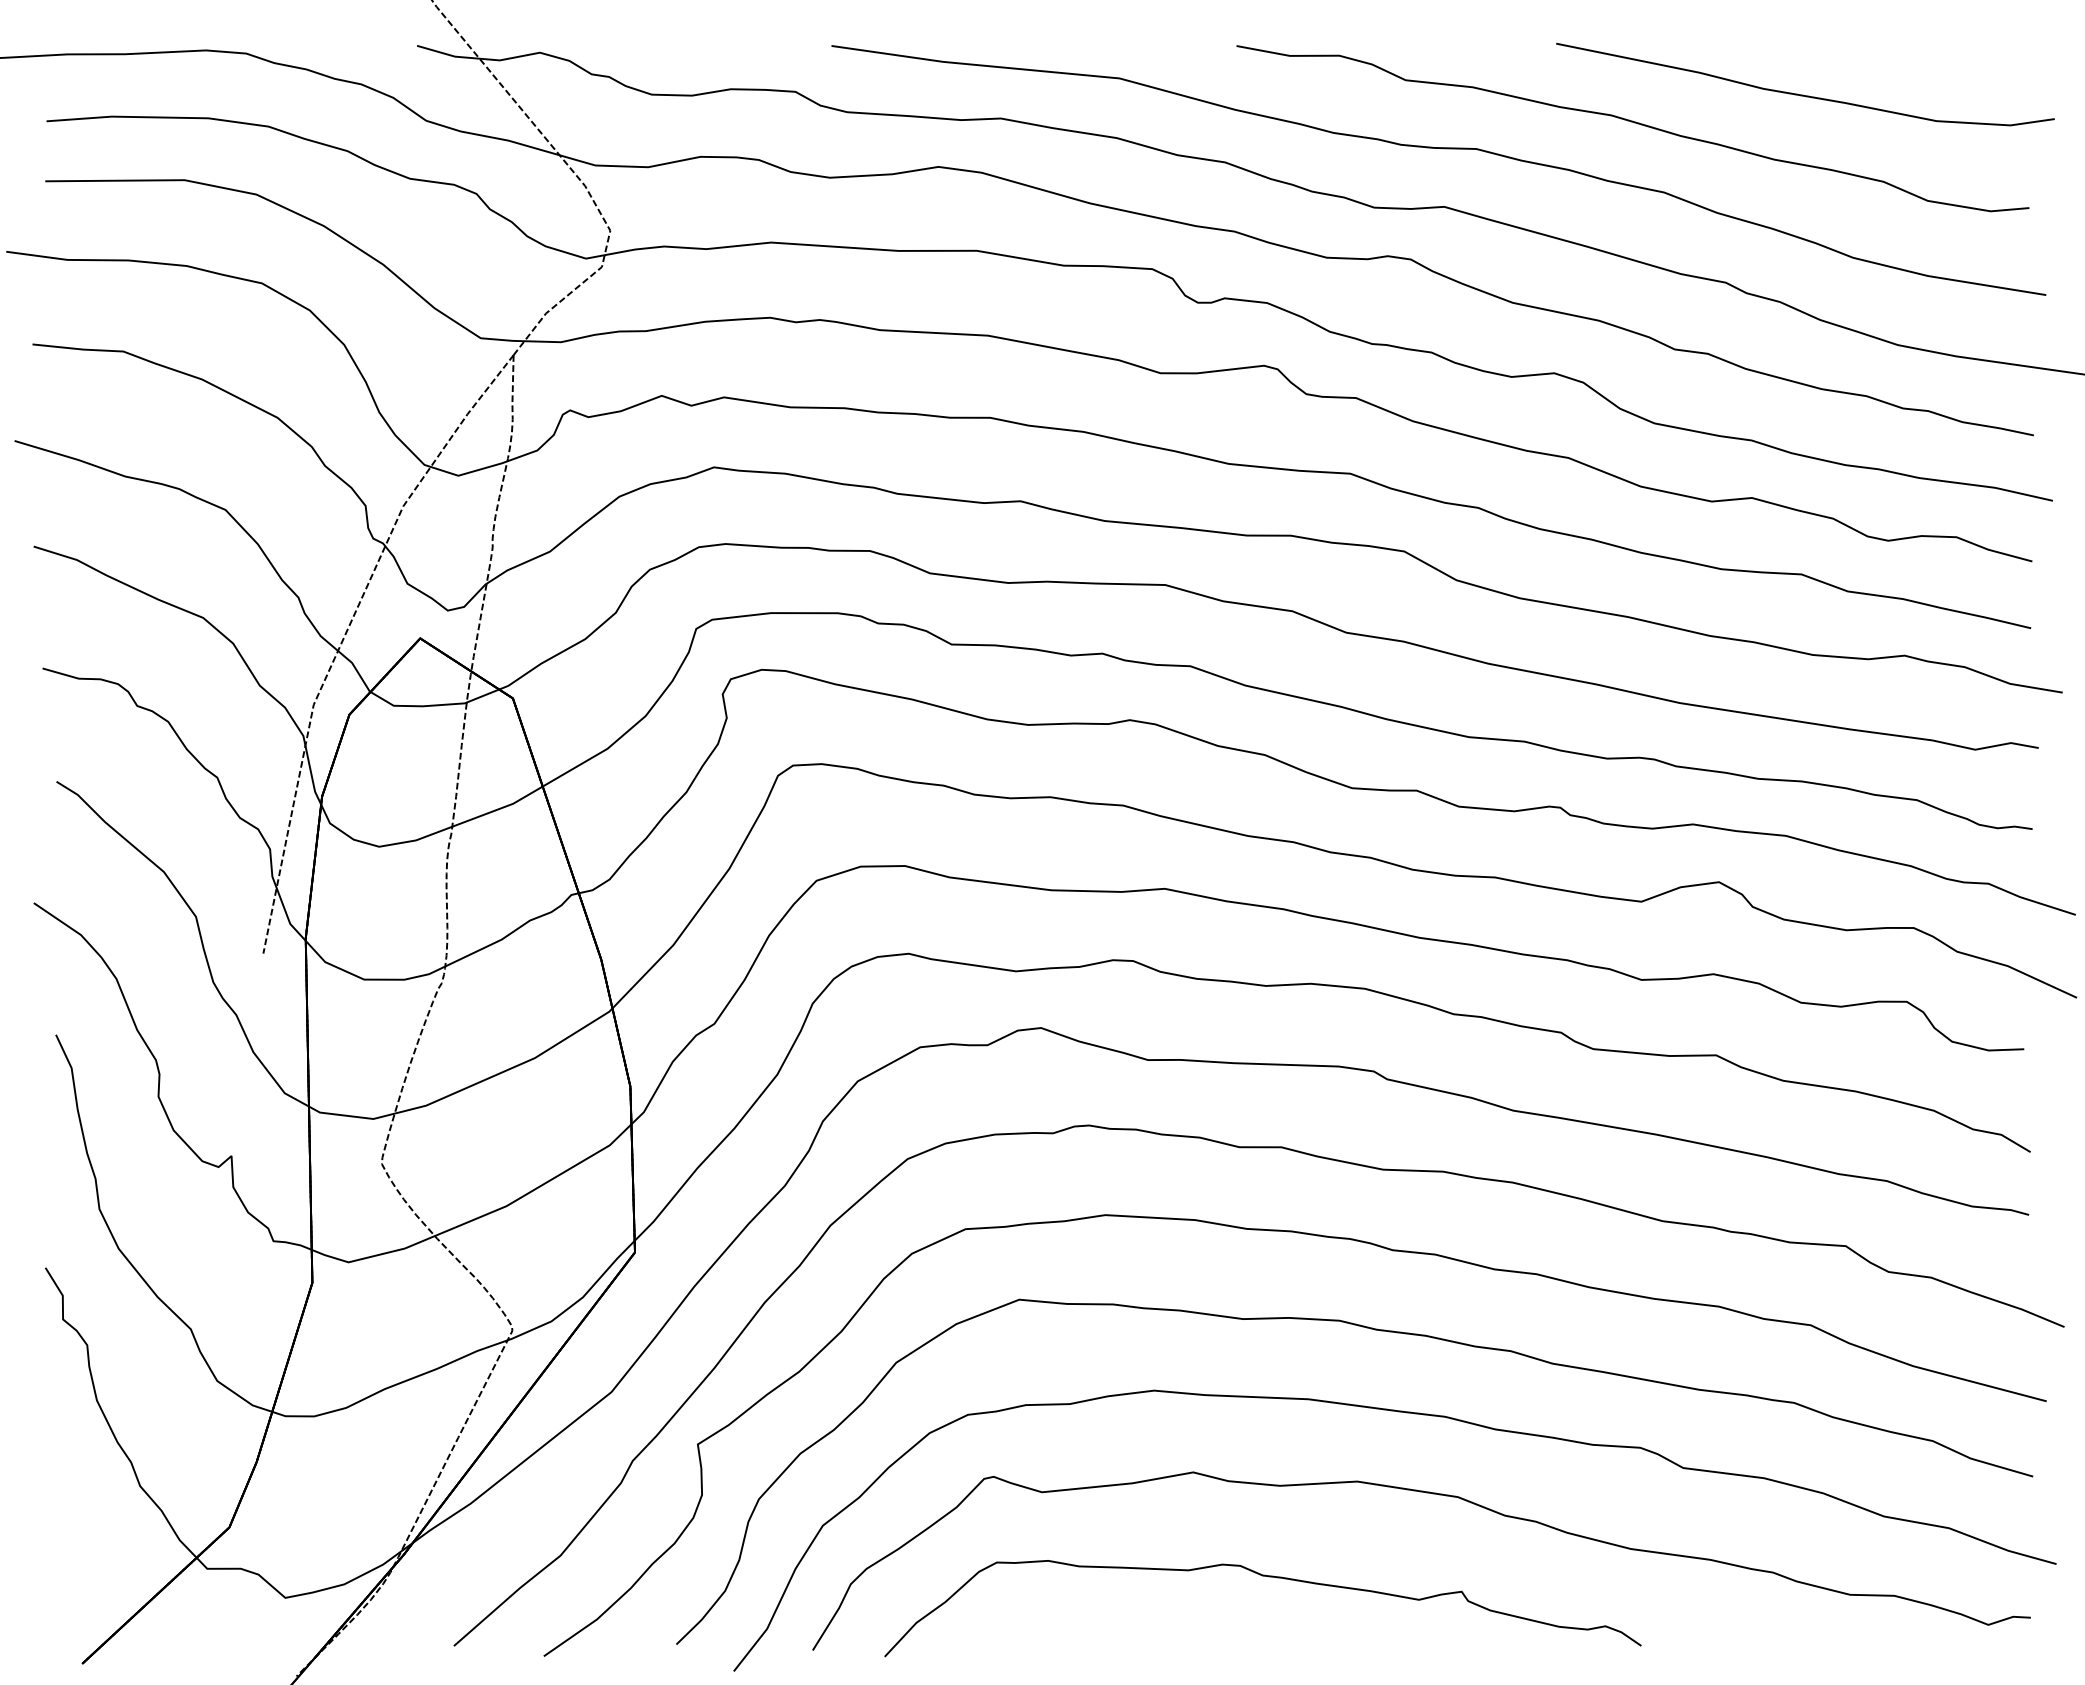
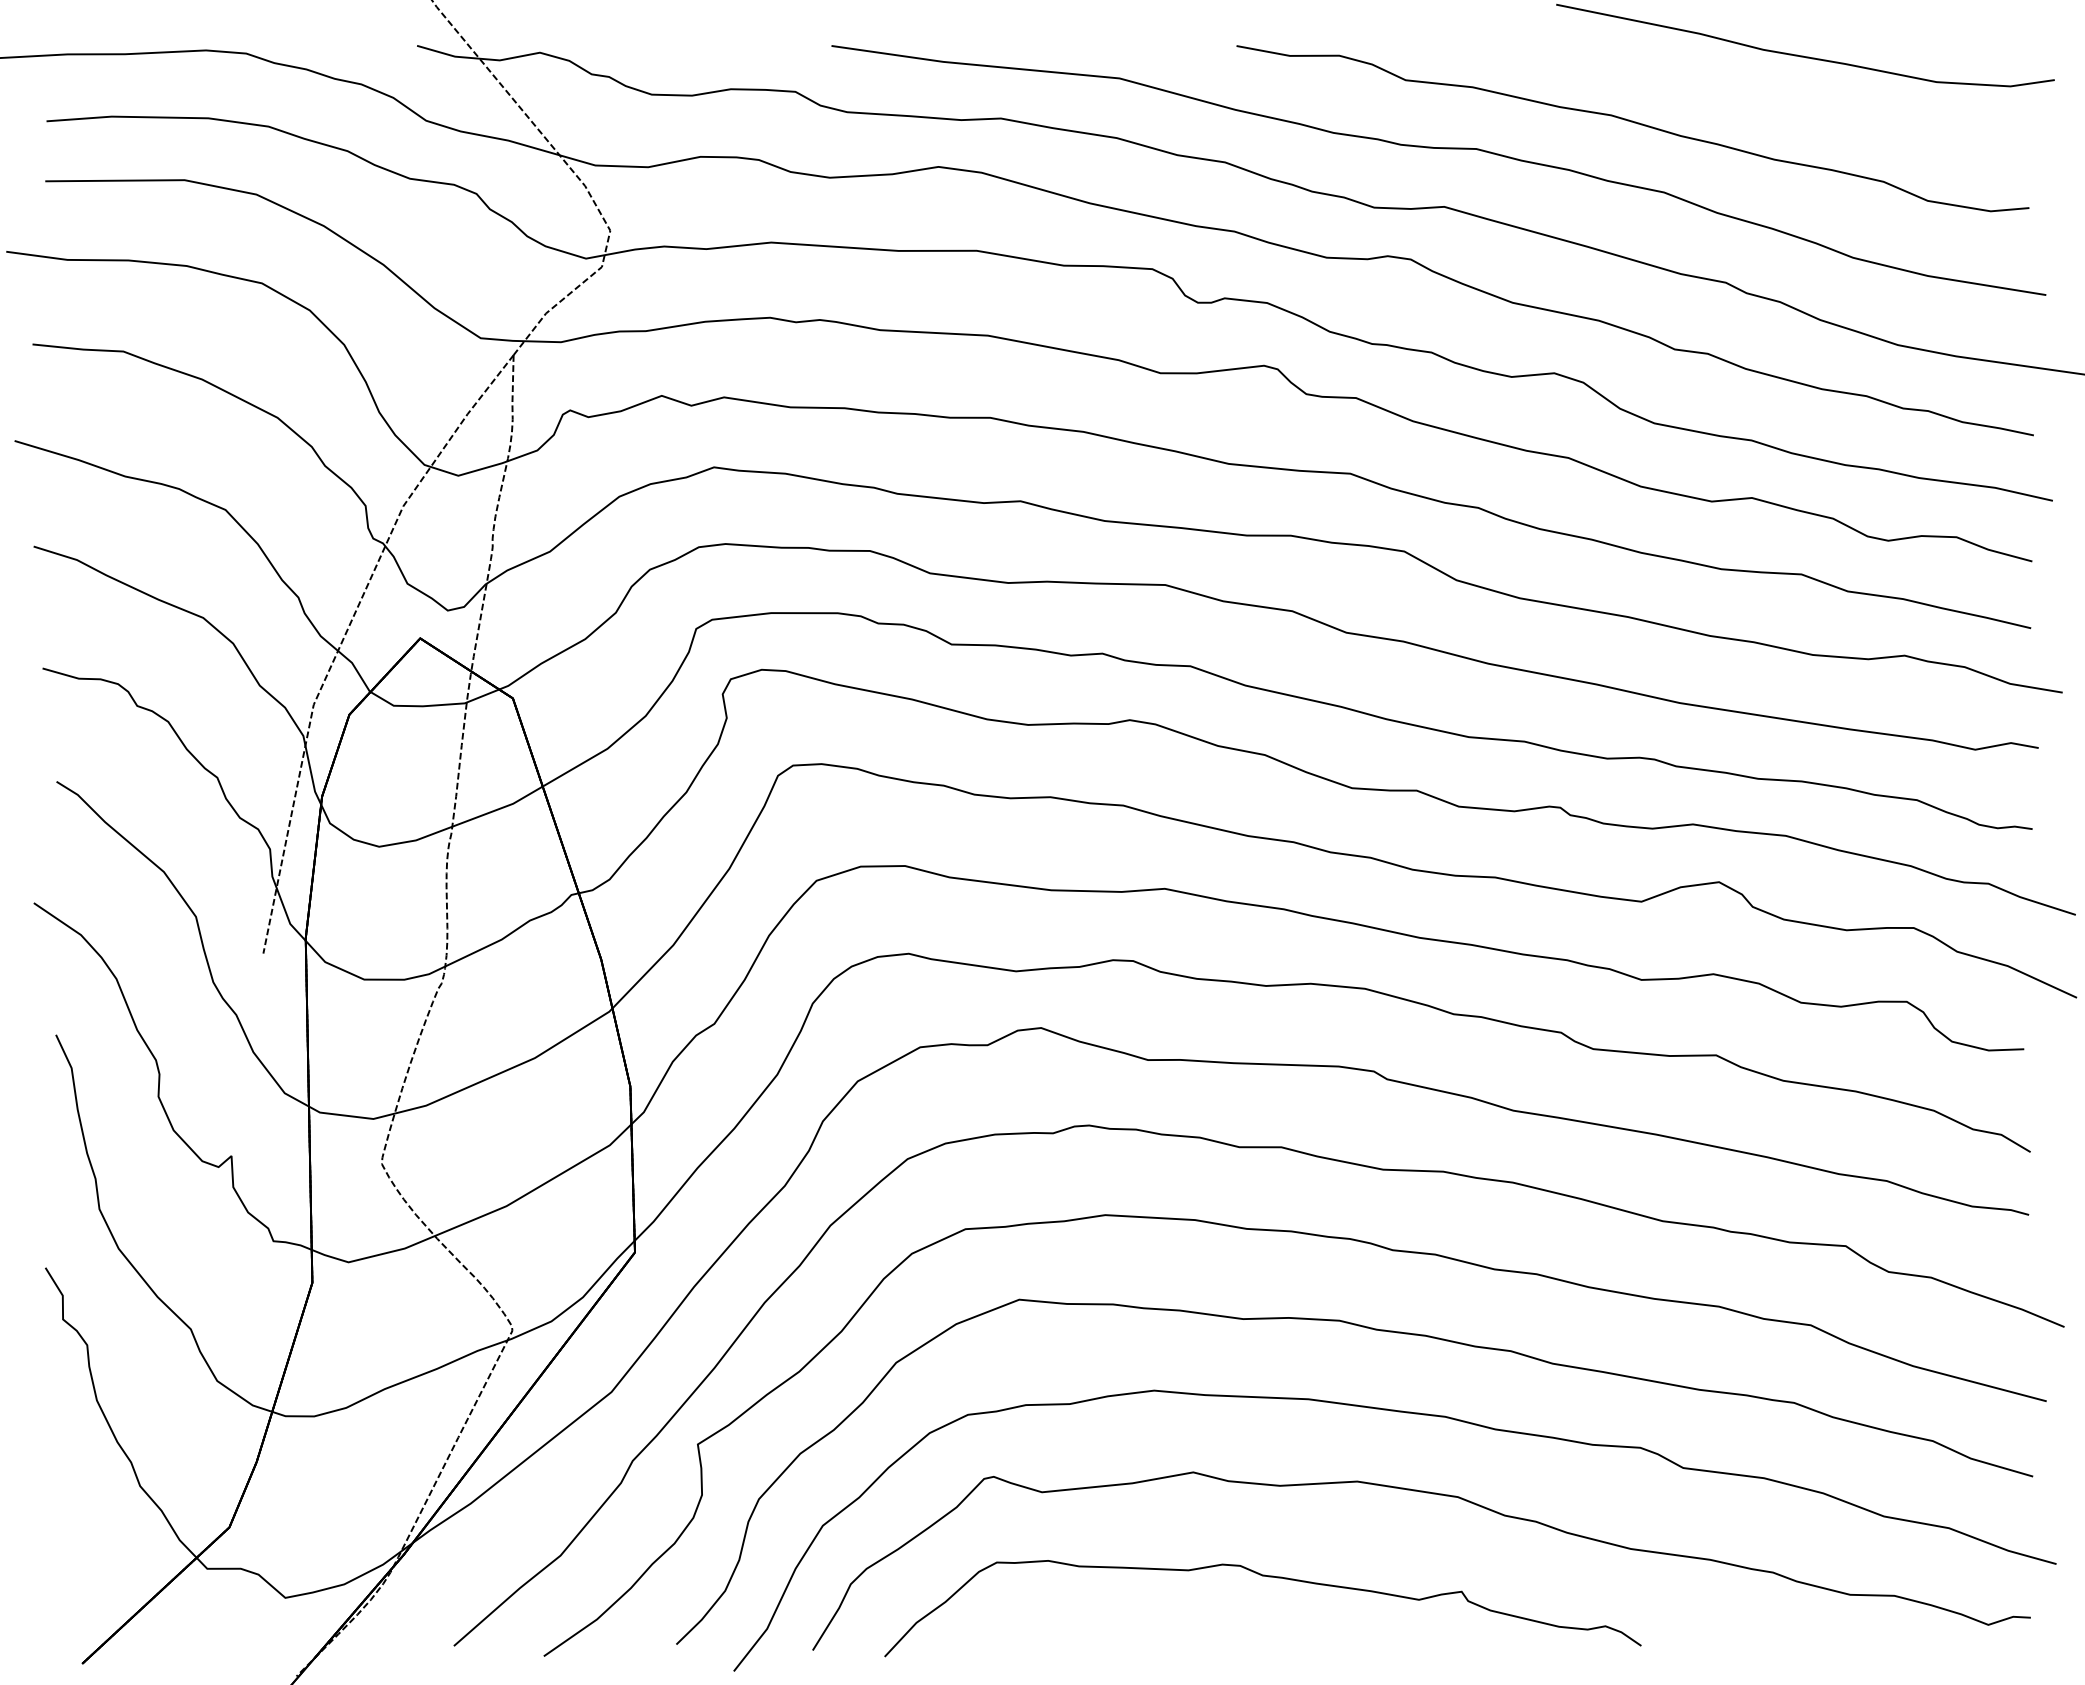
part at (1803, 94) position: (1803, 94) -> (1803, 55)
